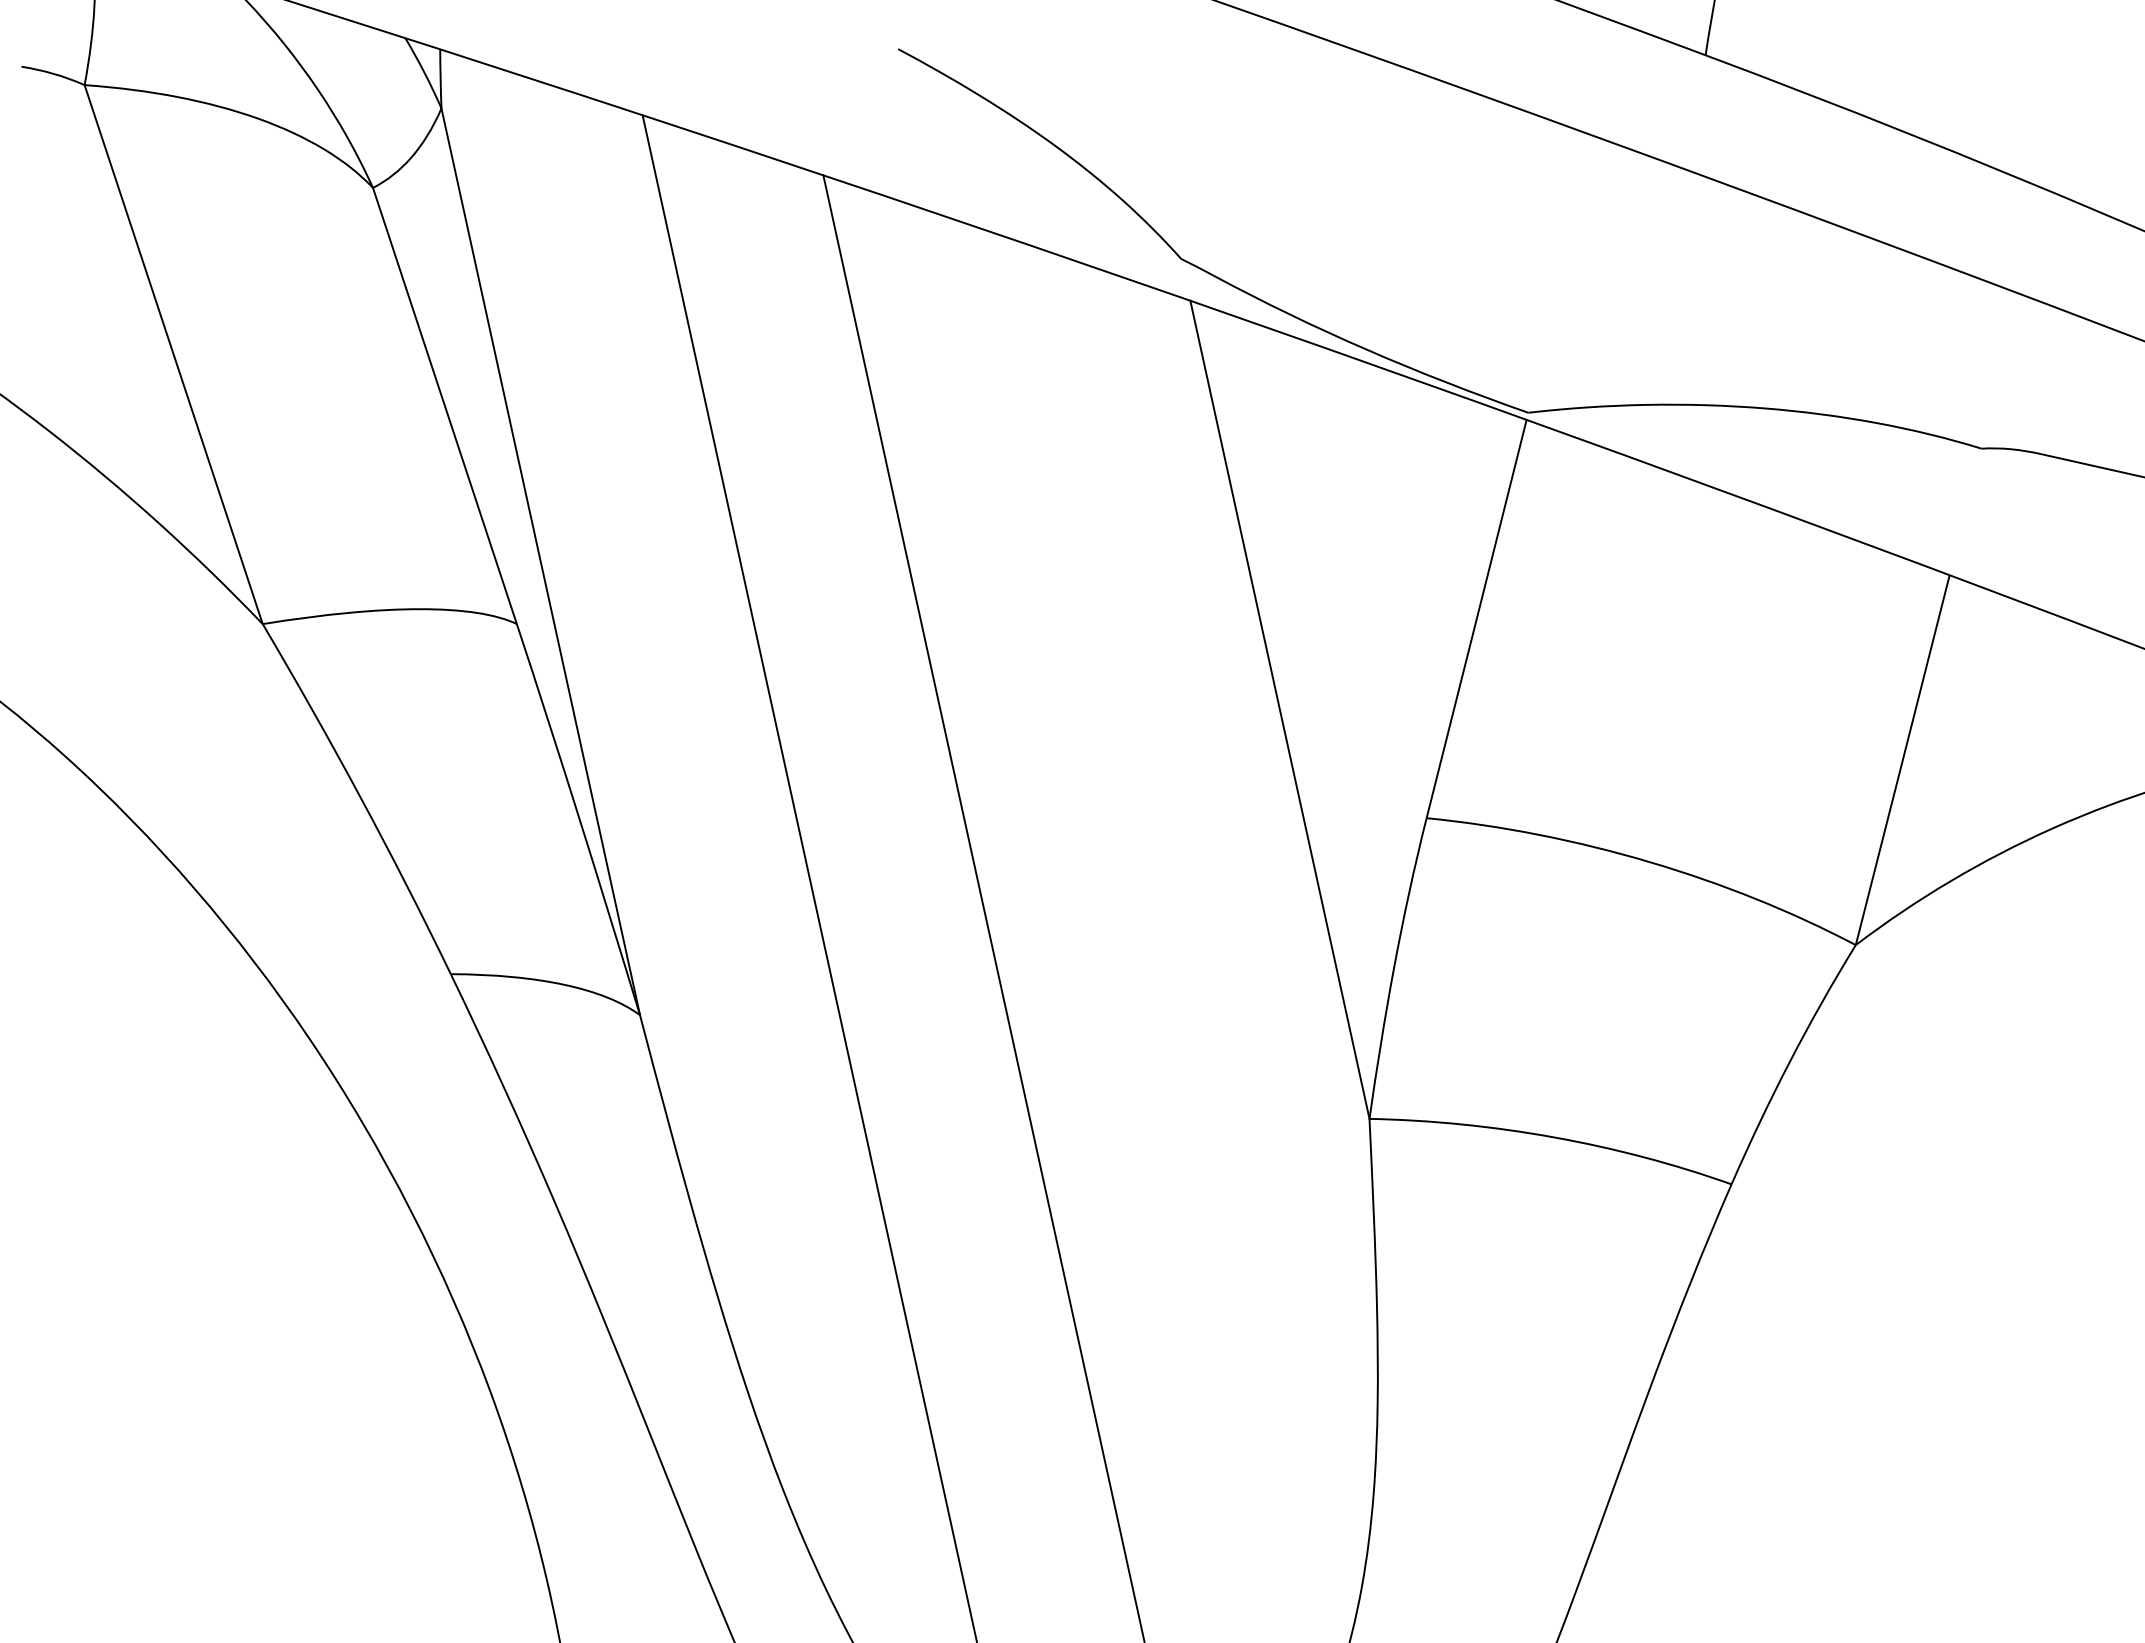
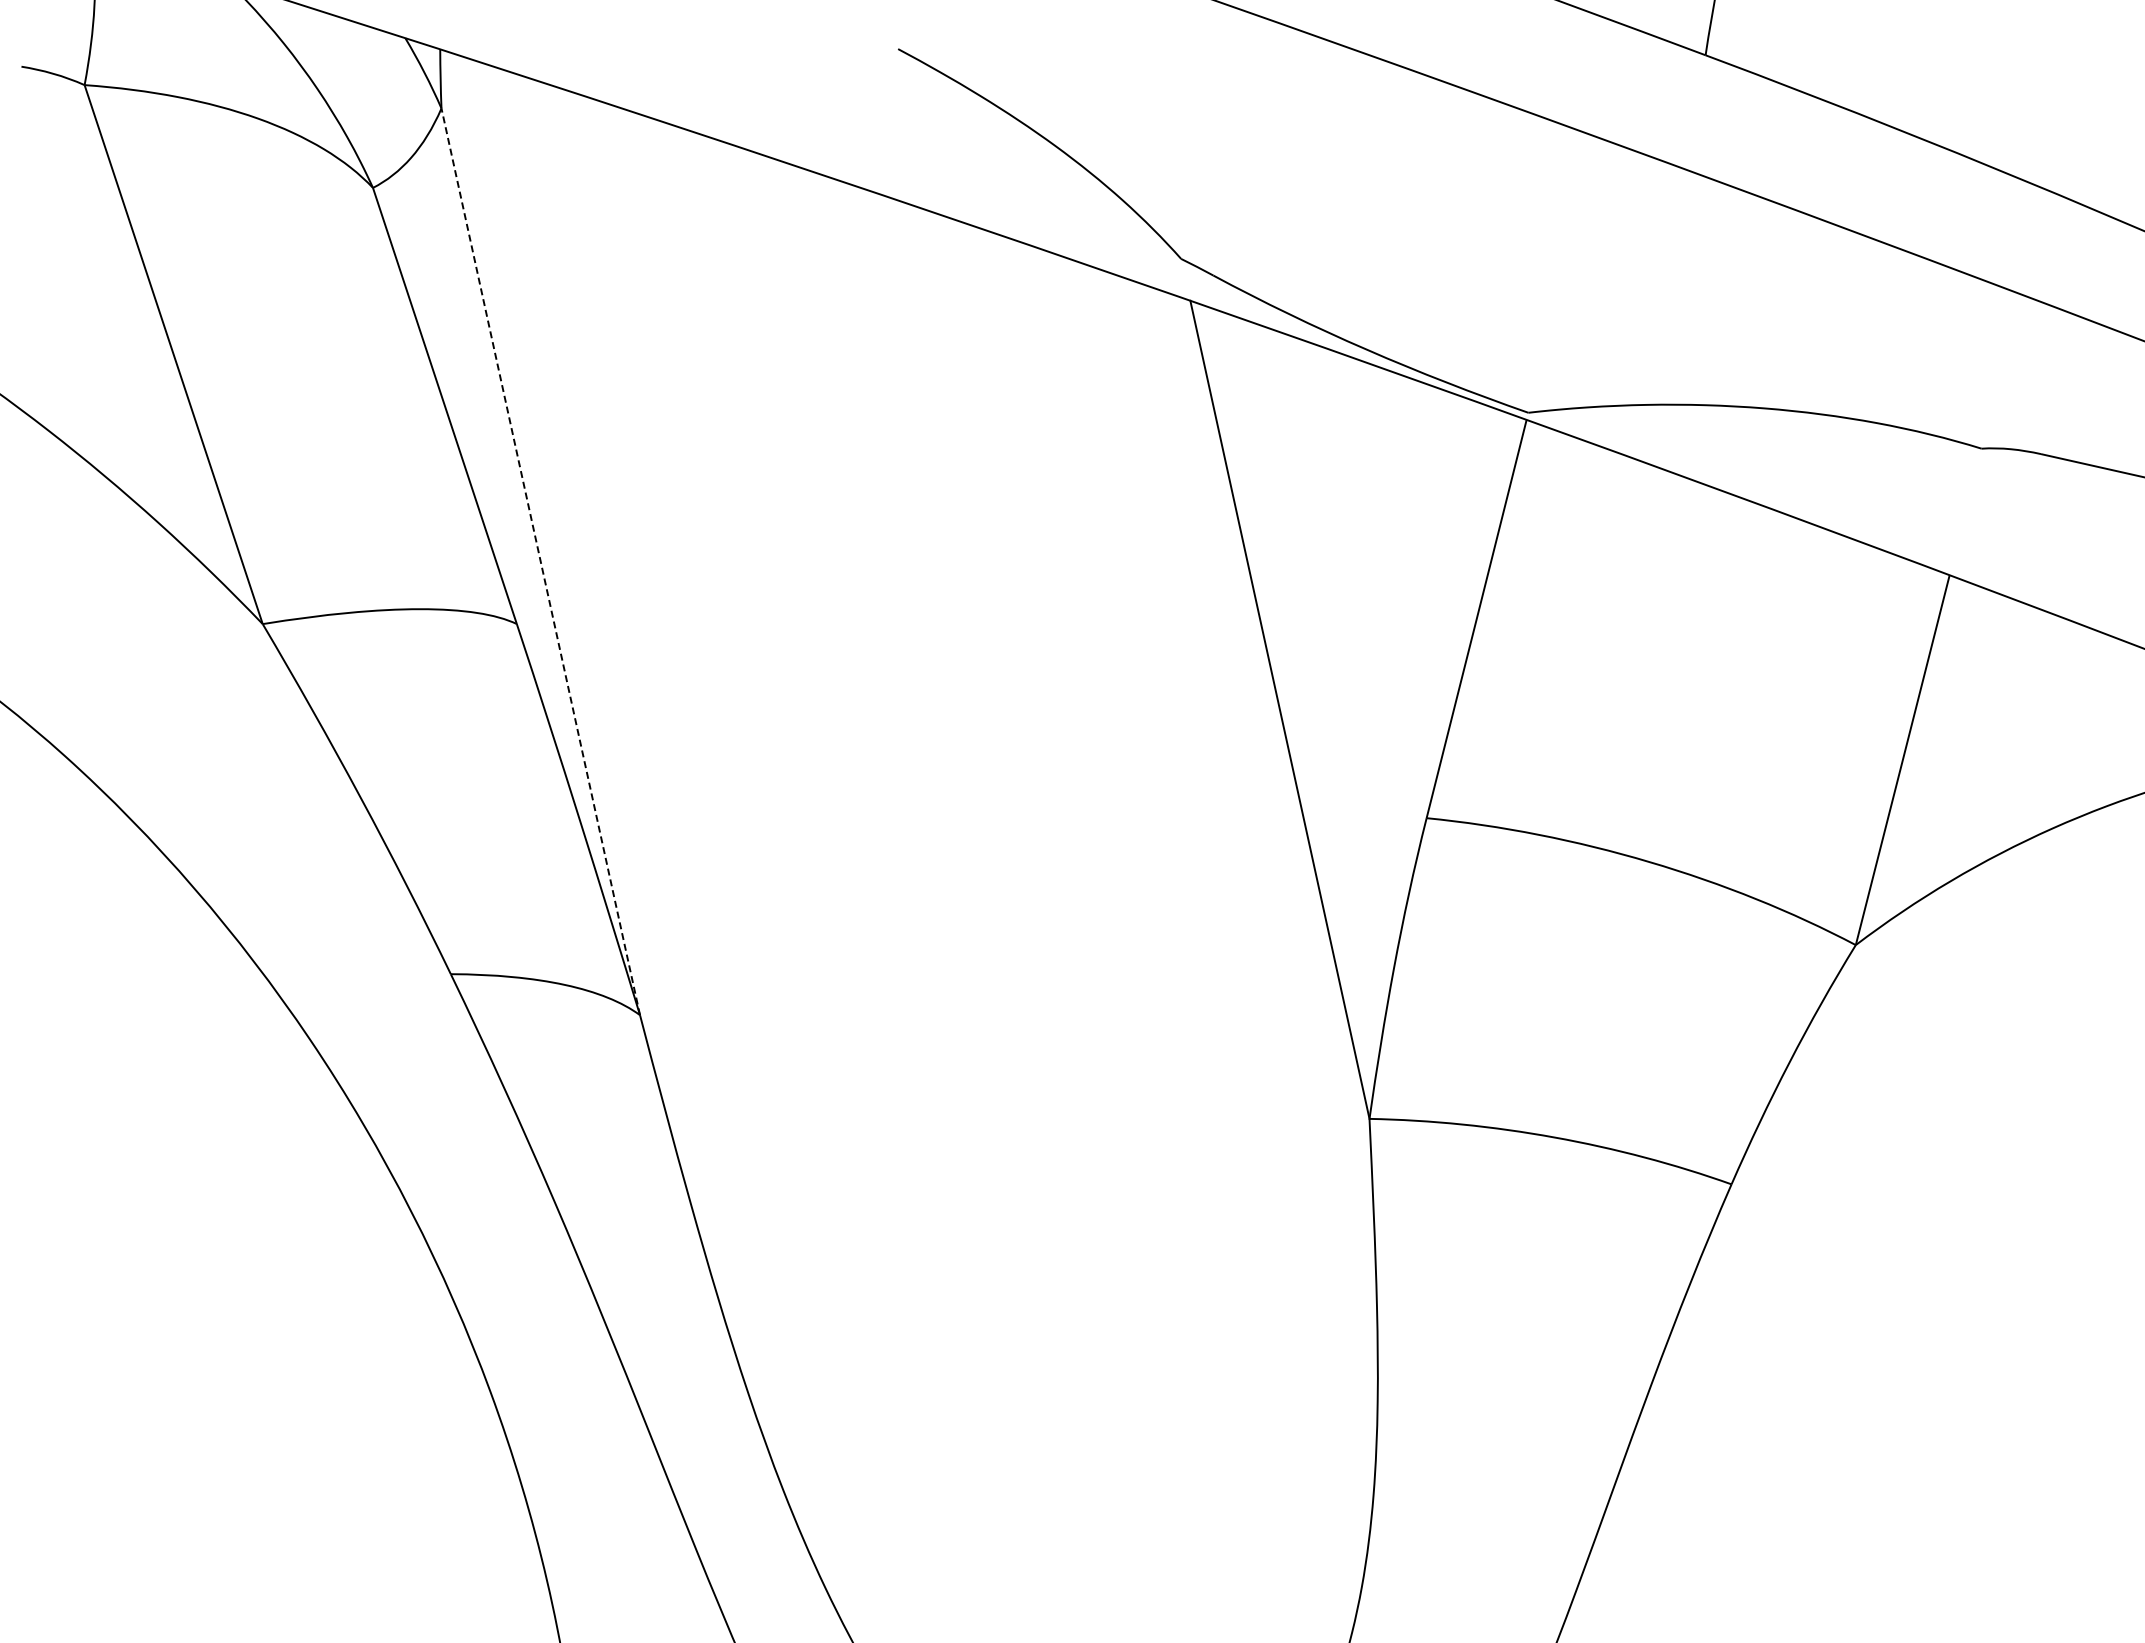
line at (540, 561): solid -> dashed
line at (809, 877): present -> none
line at (983, 907): present -> none
